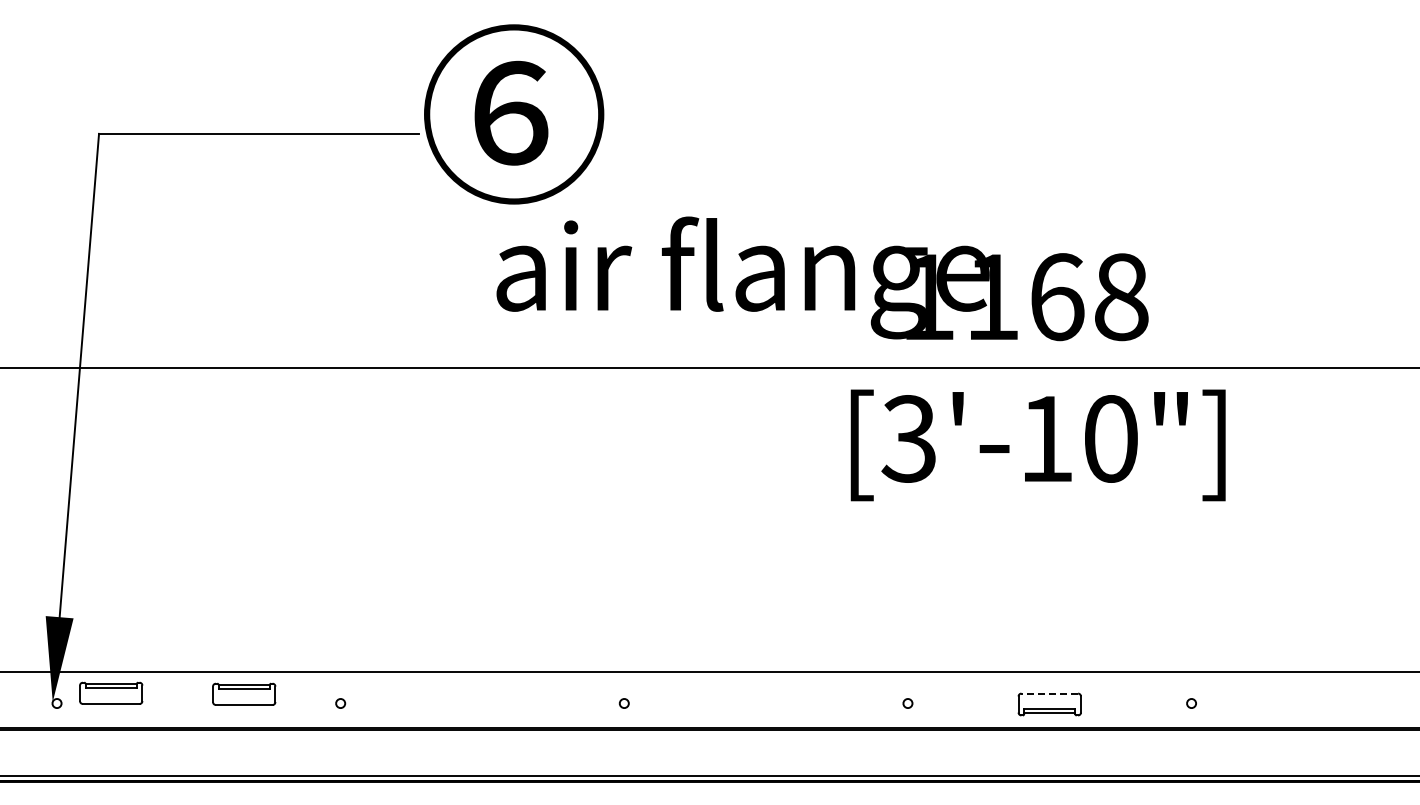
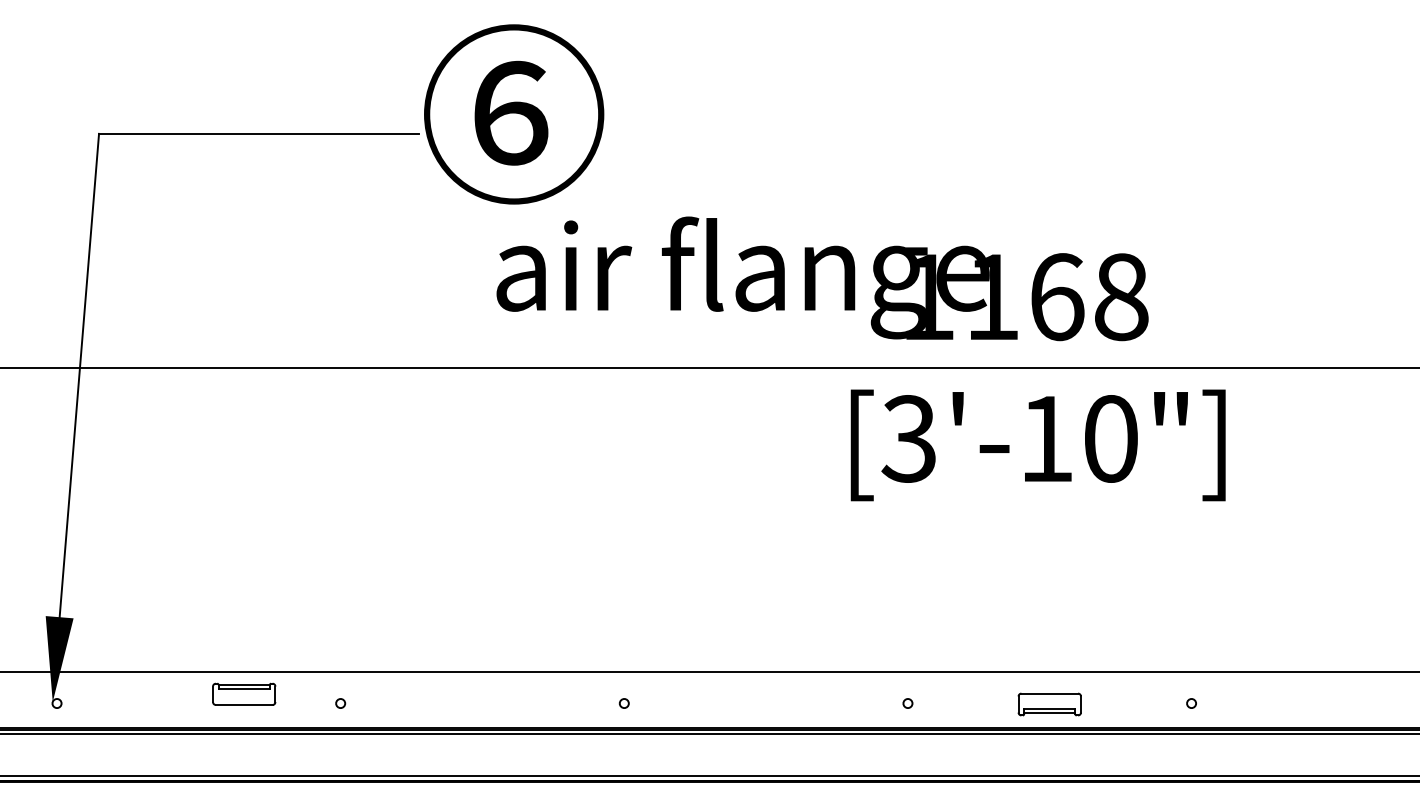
part at (111, 692): present -> none
line at (1049, 693): dashed -> solid
line at (709, 733): none -> present
